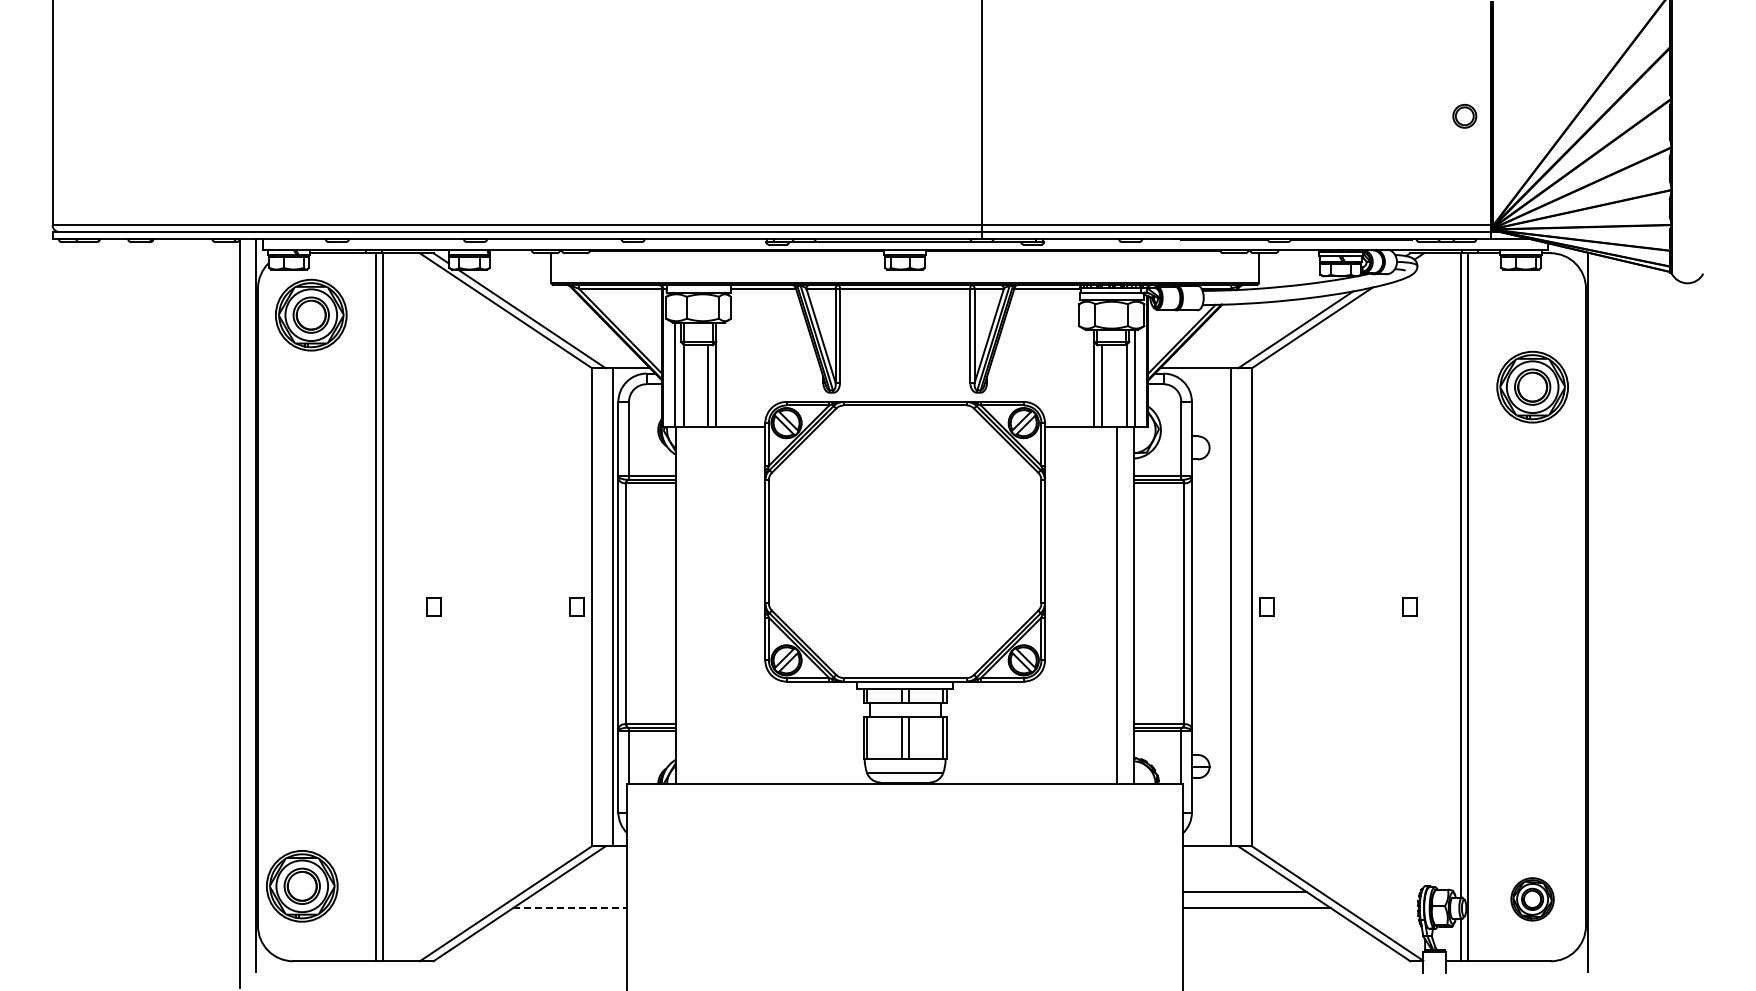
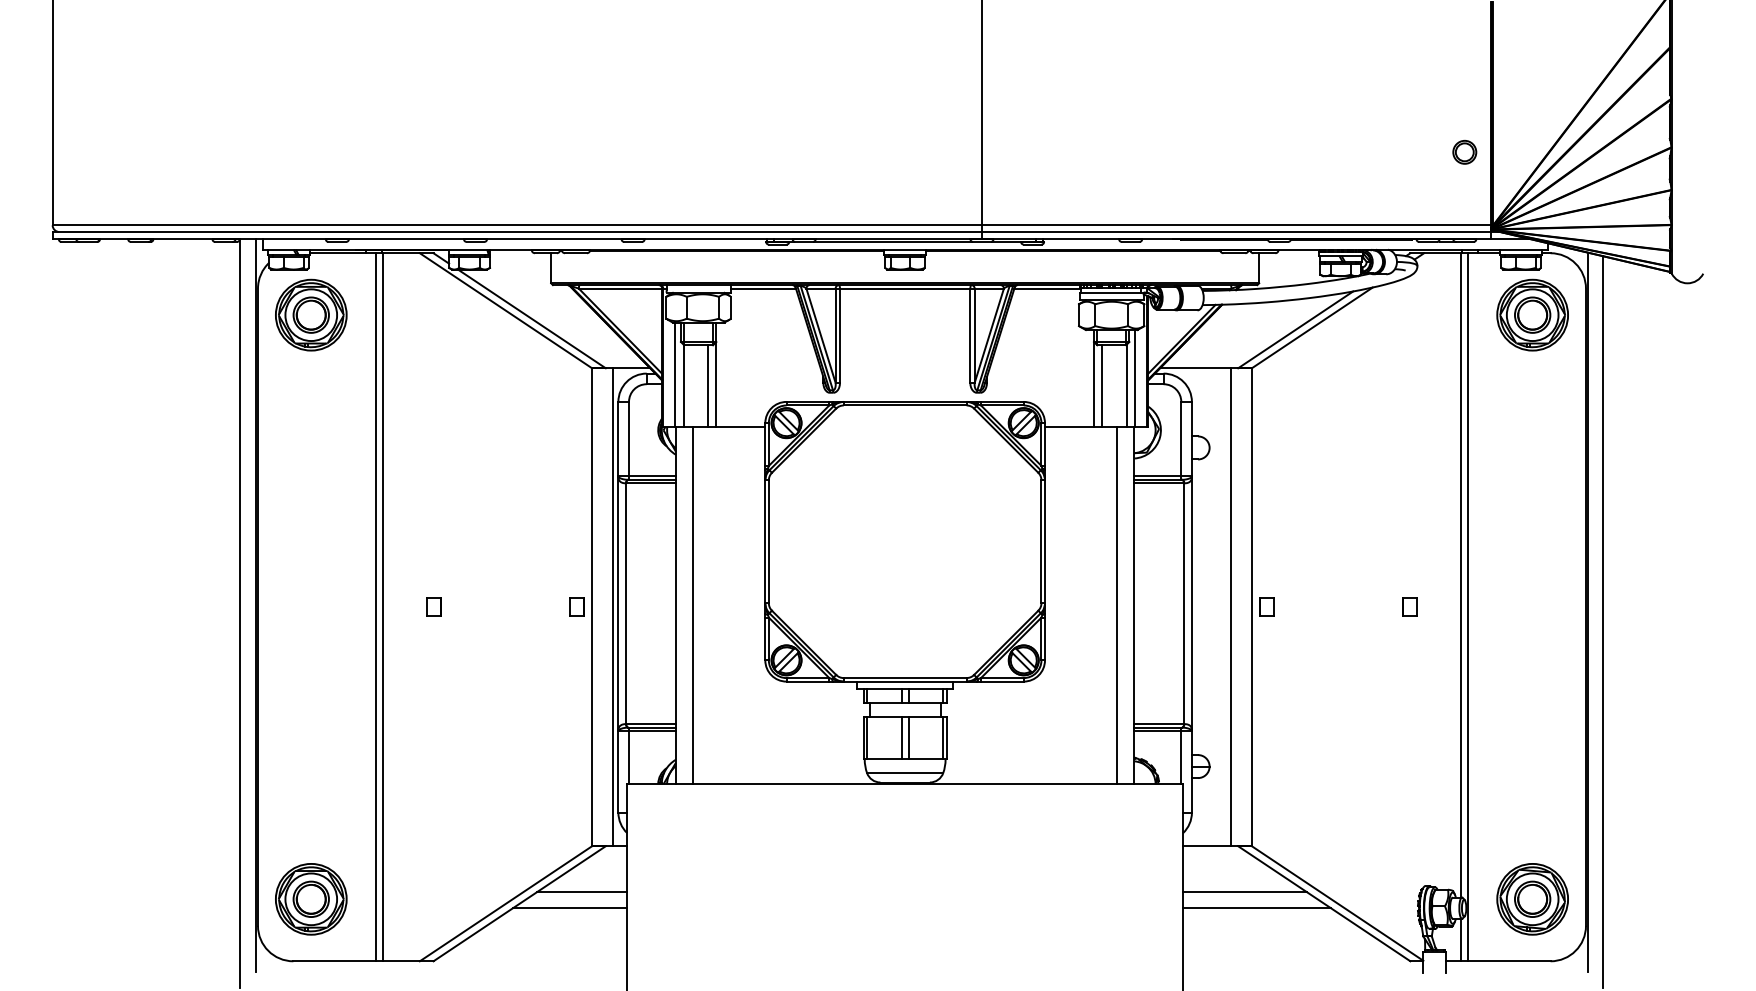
part at (1464, 115) position: (1464, 115) -> (1464, 151)
part at (1532, 386) position: (1532, 386) -> (1532, 314)
line at (692, 605): none -> present
line at (1603, 621): none -> present
part at (302, 886) position: (302, 886) -> (311, 899)
line at (581, 892): none -> present
part at (1532, 899) size: 45x45 px -> 73x73 px
line at (570, 908): dashed -> solid
